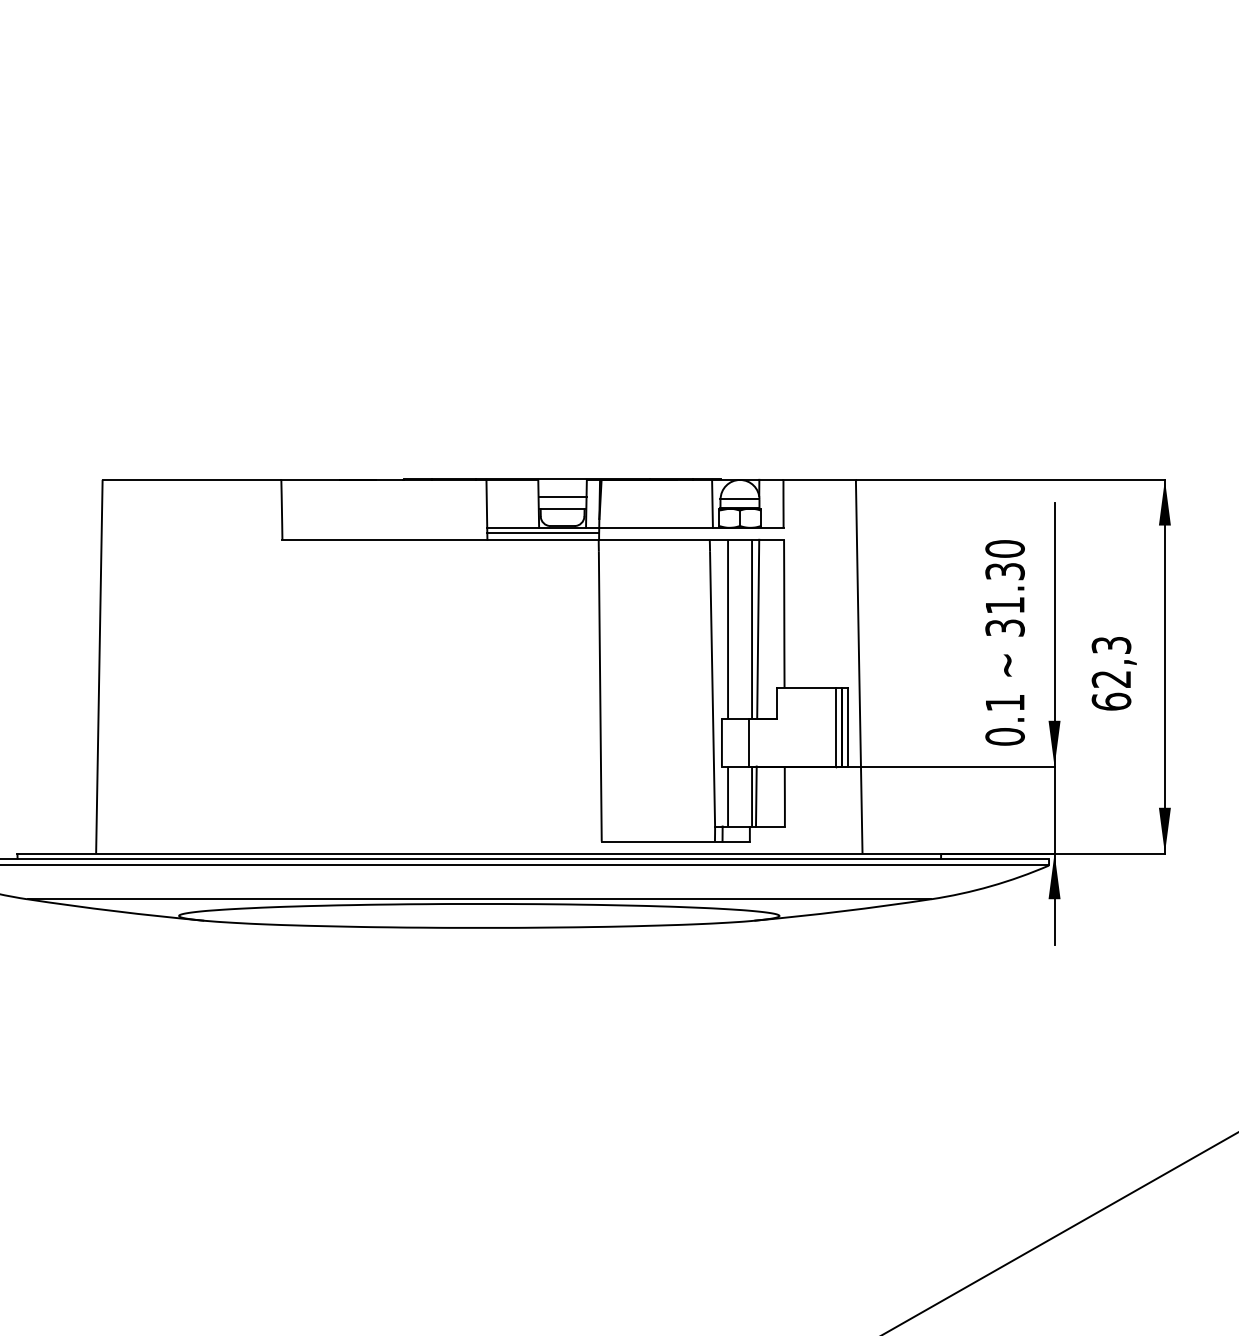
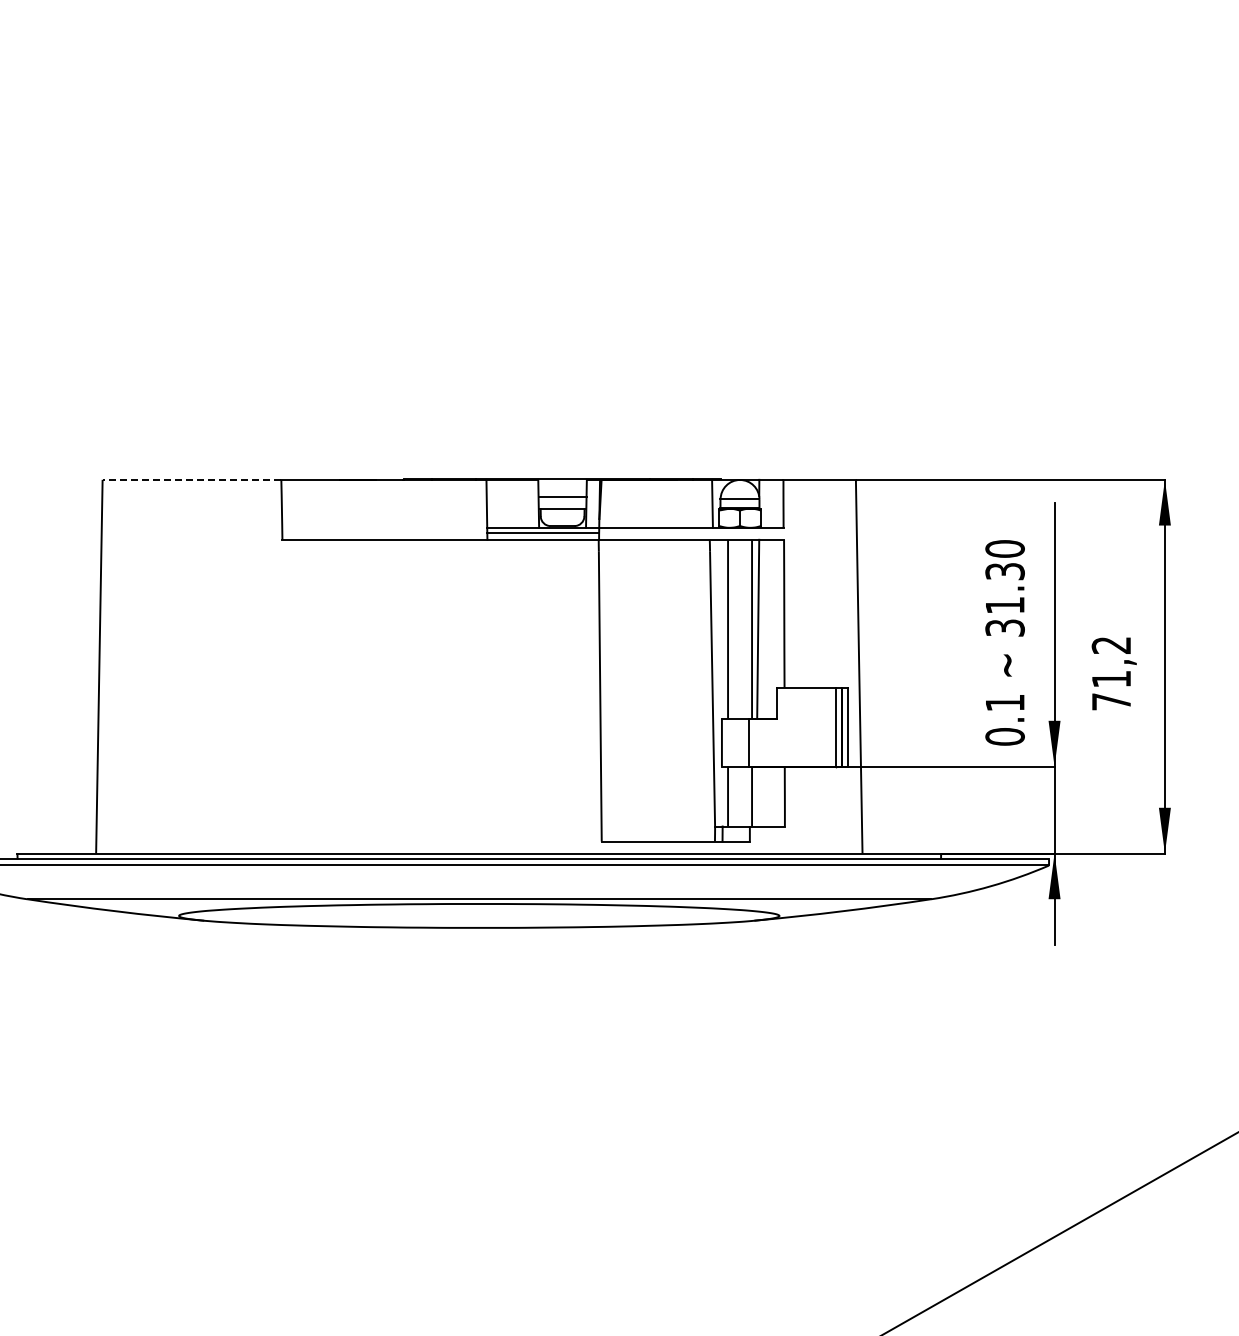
line at (191, 479): solid -> dashed
text at (1111, 673): 62,3 -> 71,2
line at (755, 796): present -> none
